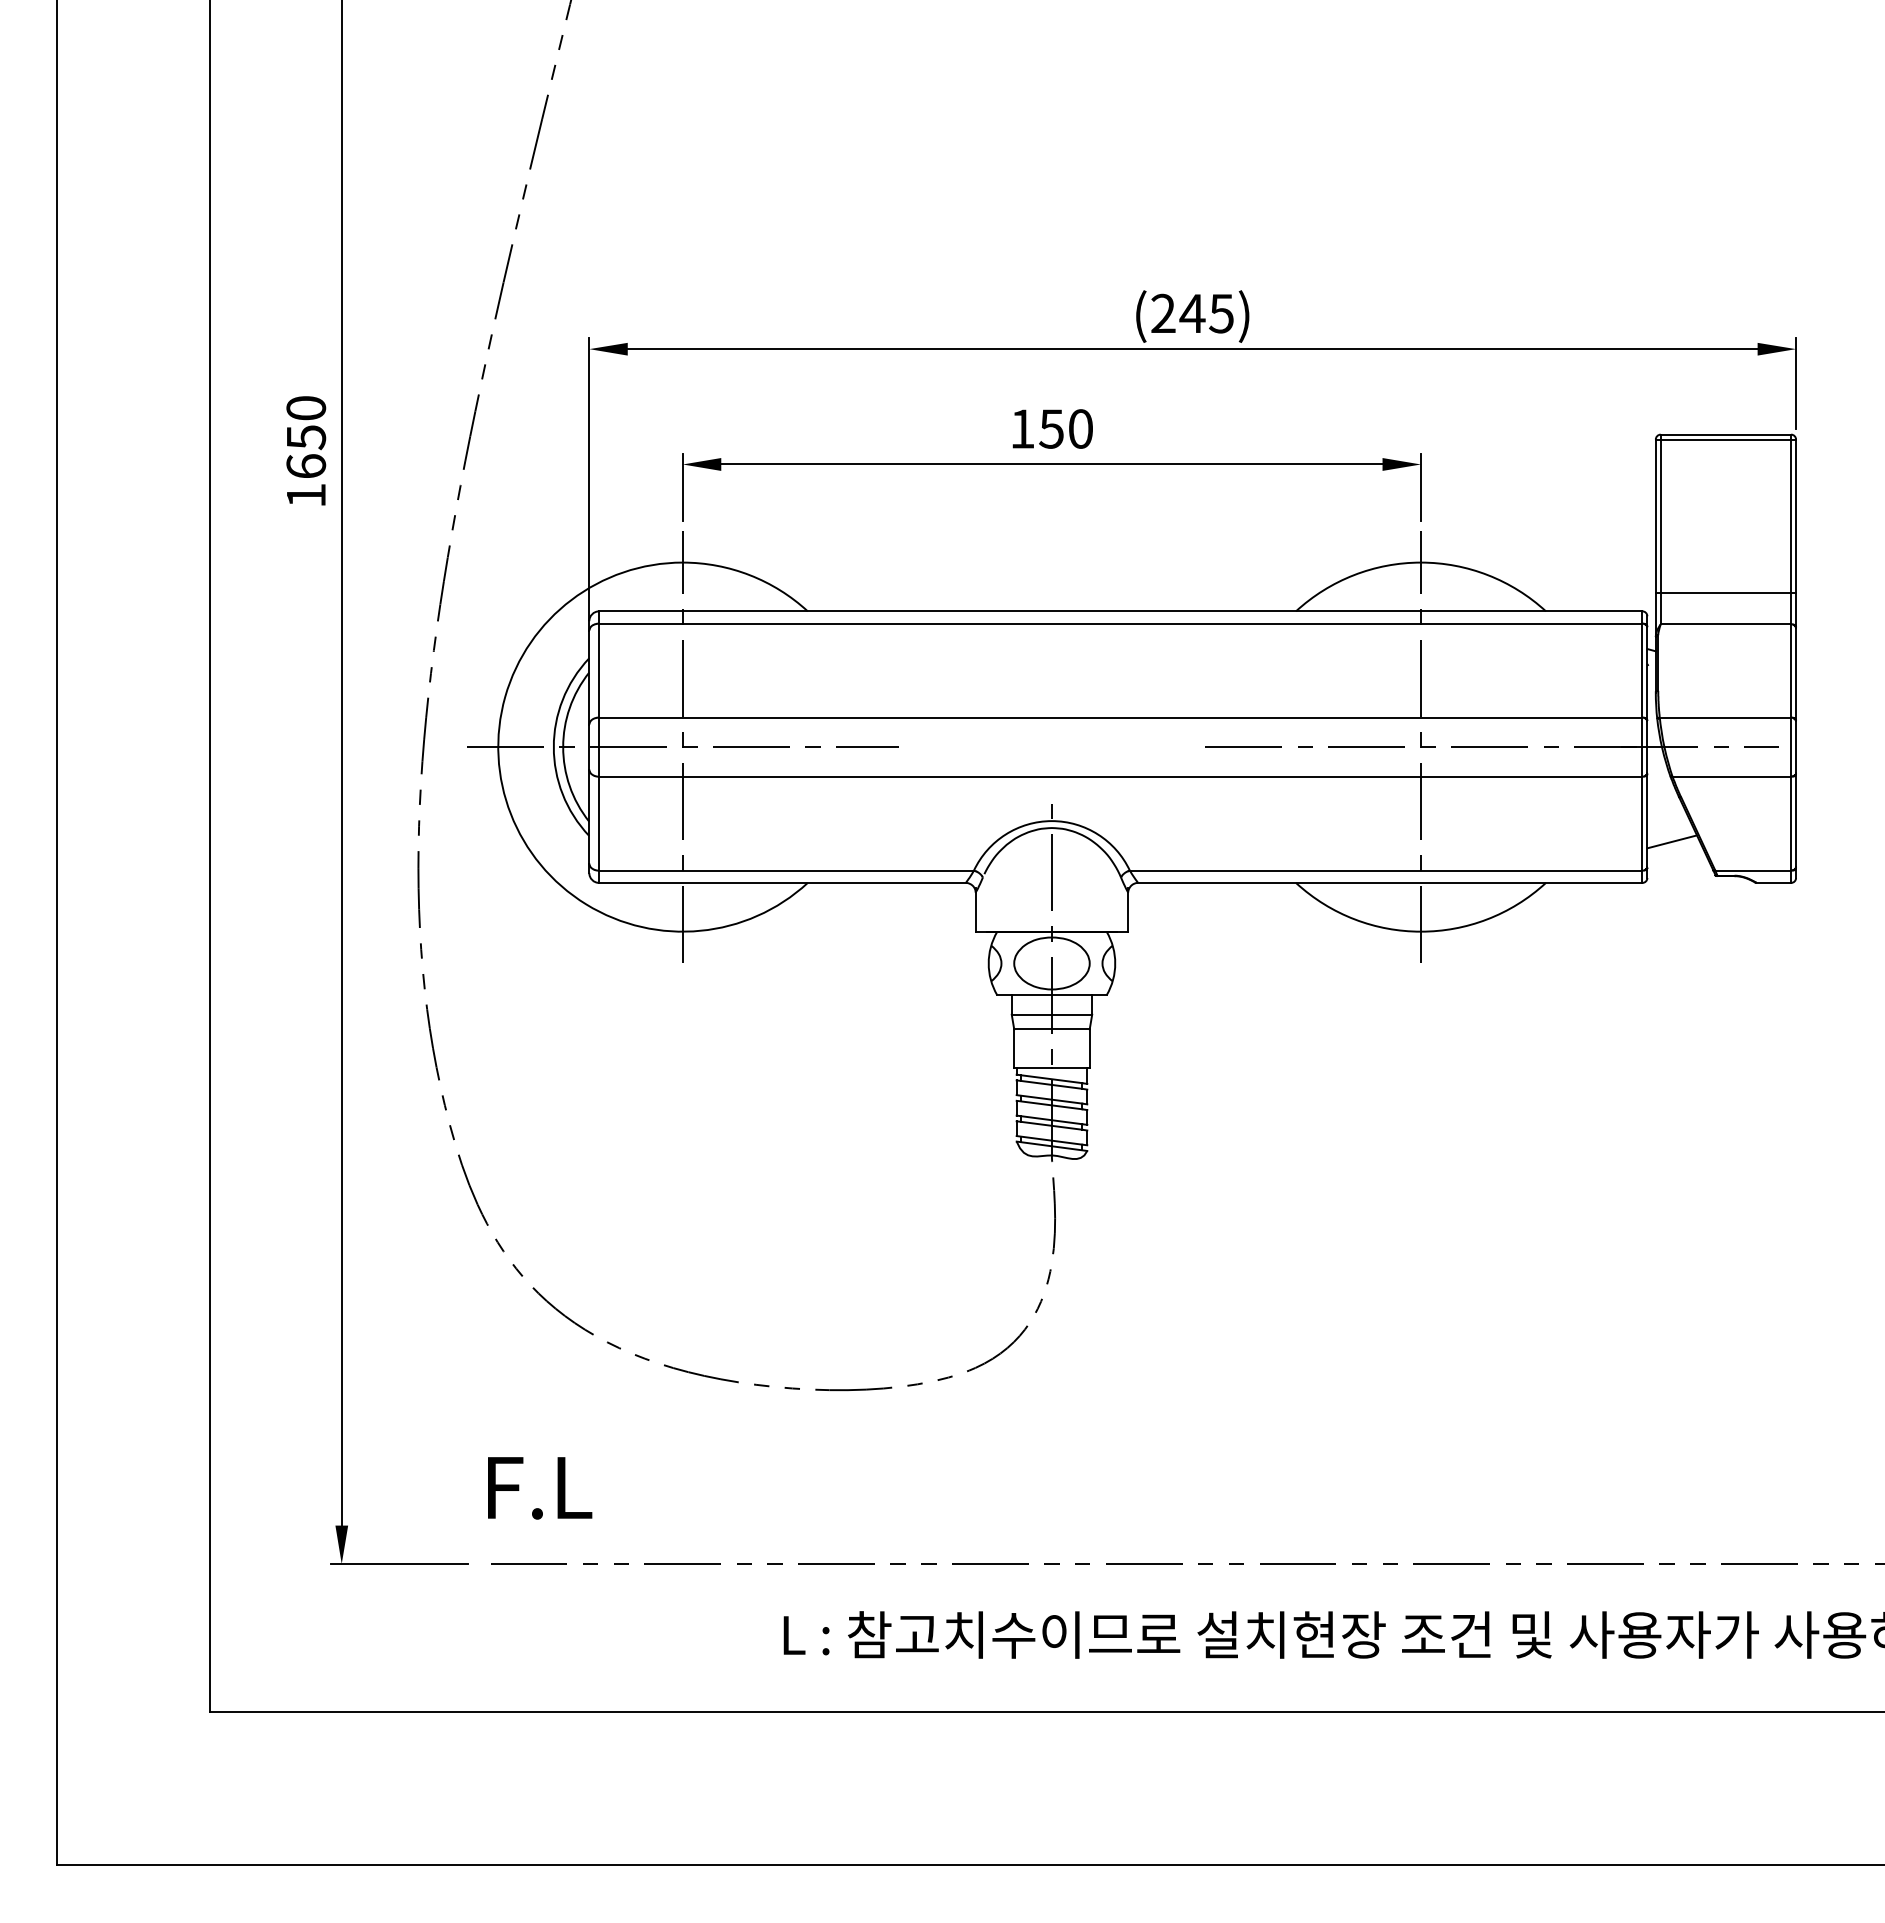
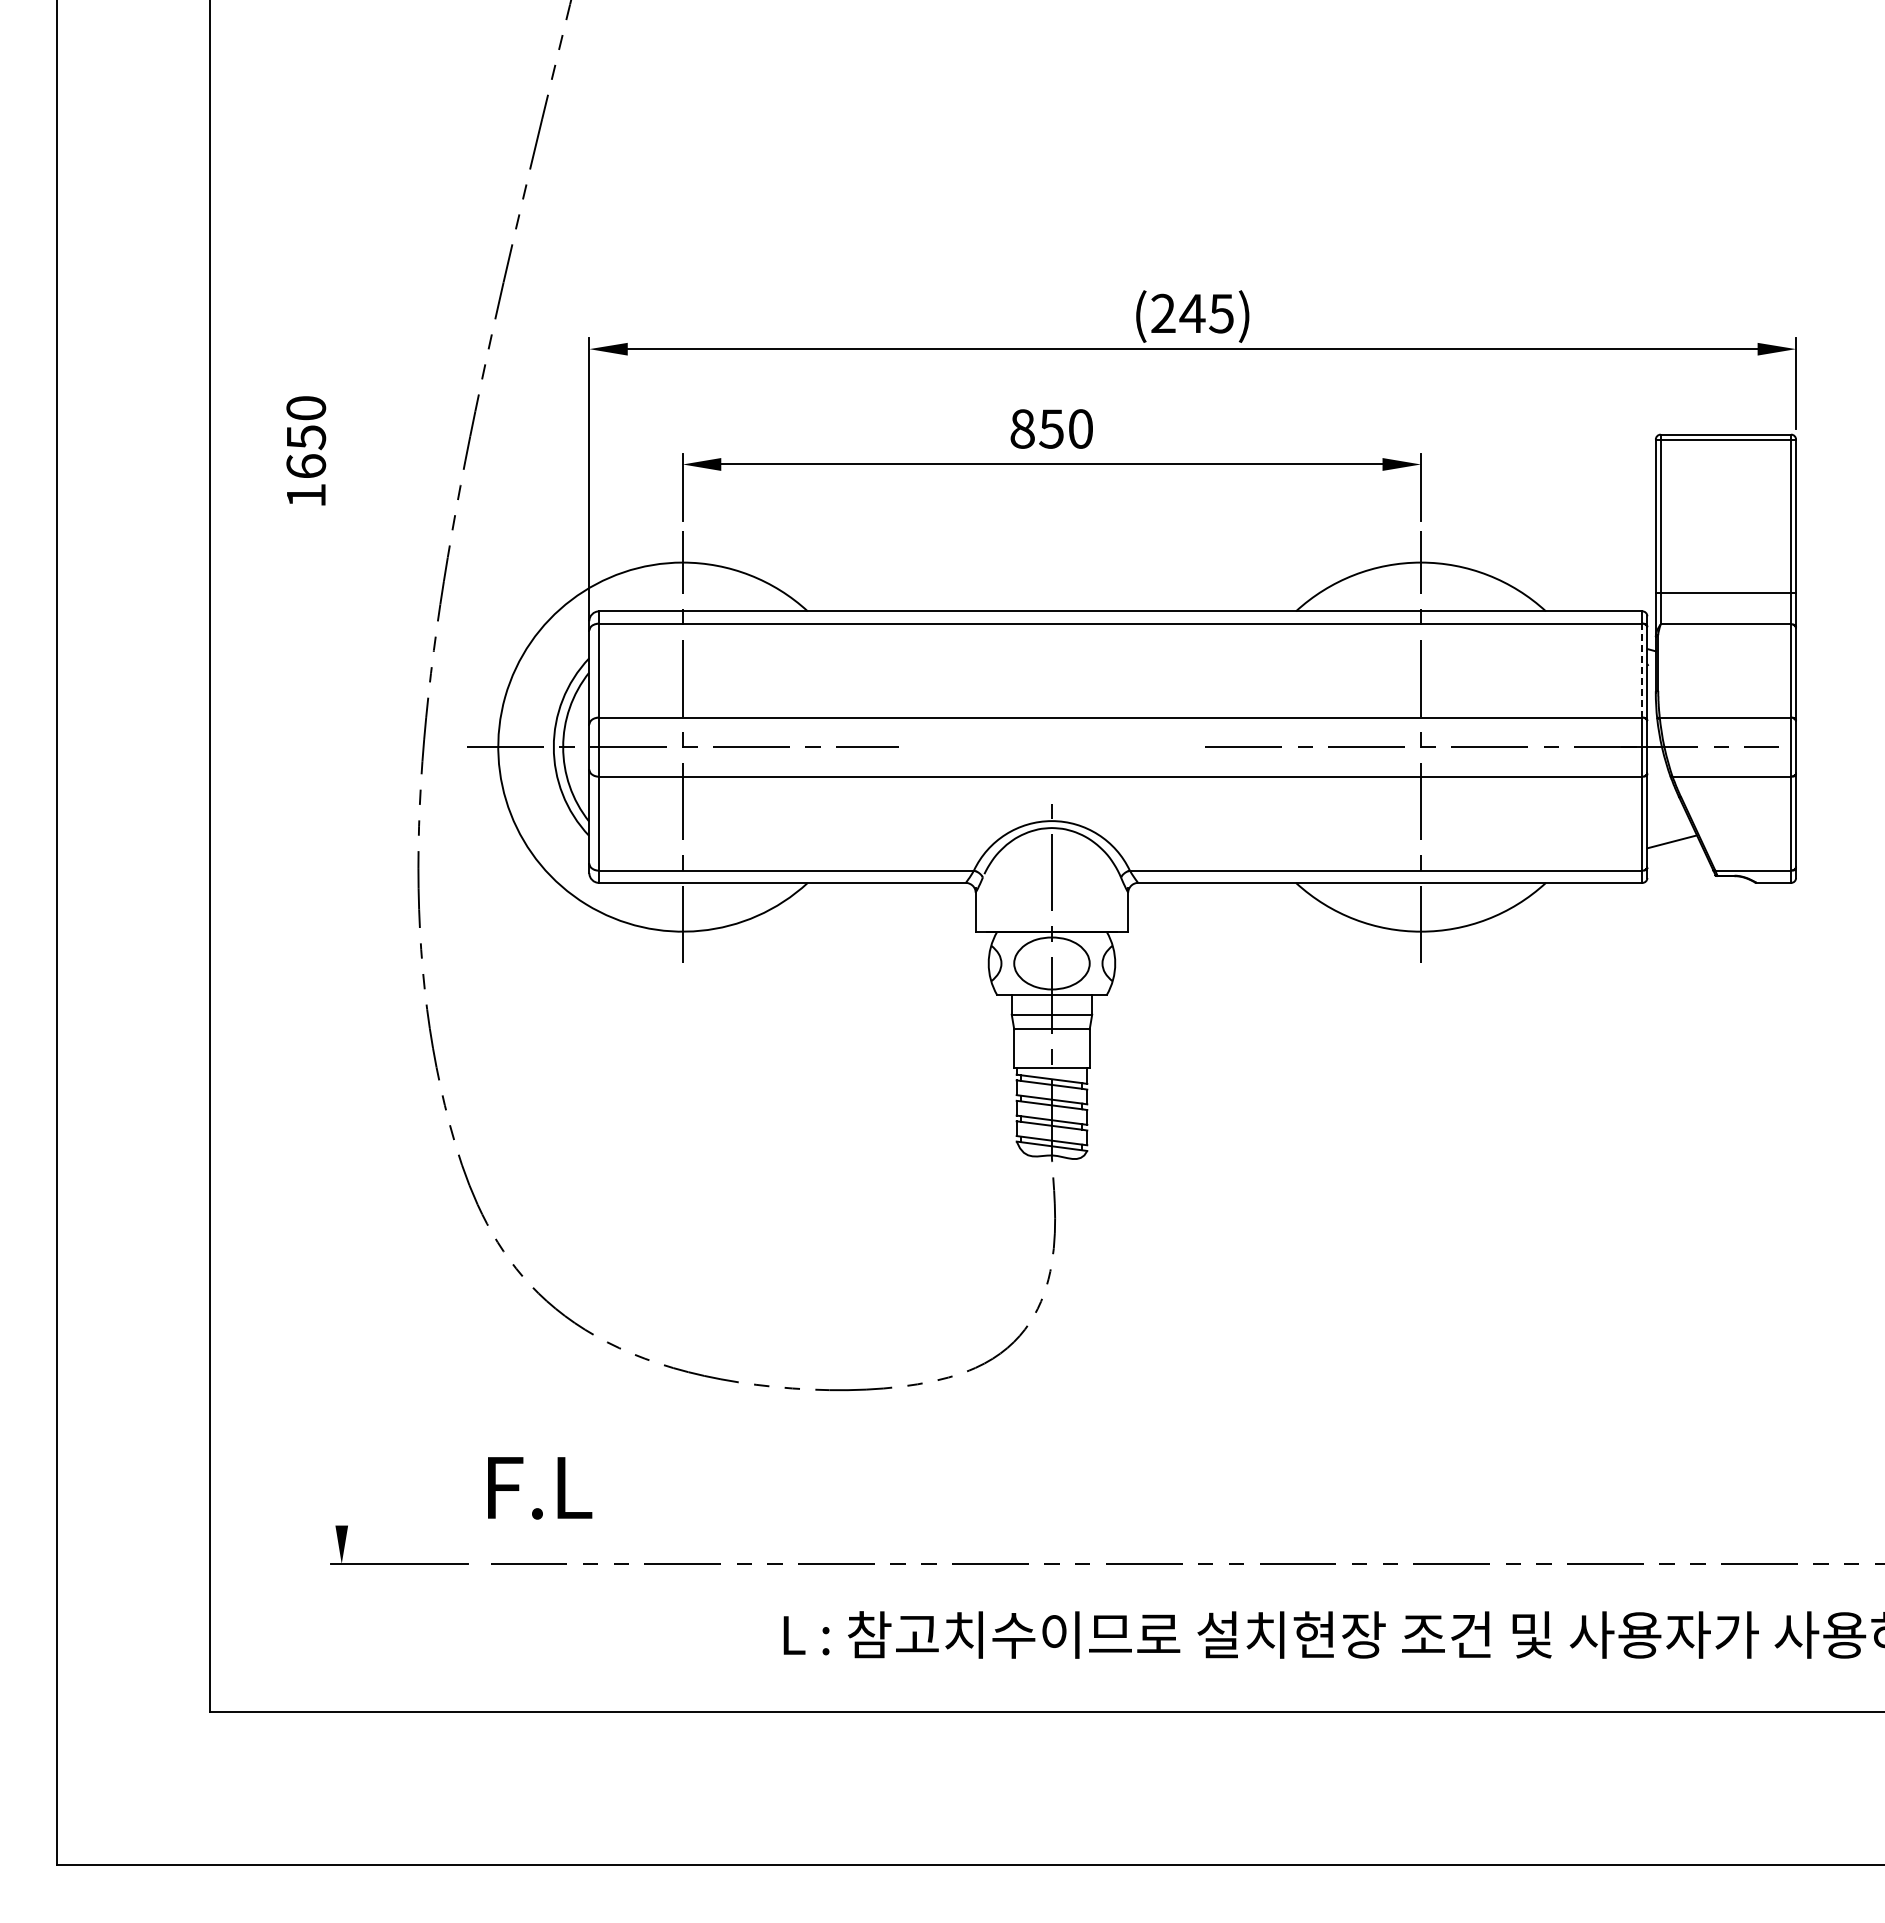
text at (1022, 428): 150 -> 850
line at (1642, 670): solid -> dashed
line at (341, 763): present -> none
